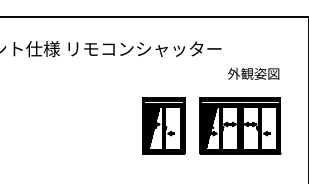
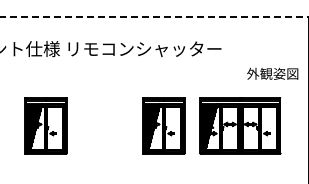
line at (155, 17): solid -> dashed
text at (253, 73) position: (253, 73) -> (272, 73)
part at (45, 125): none -> present
